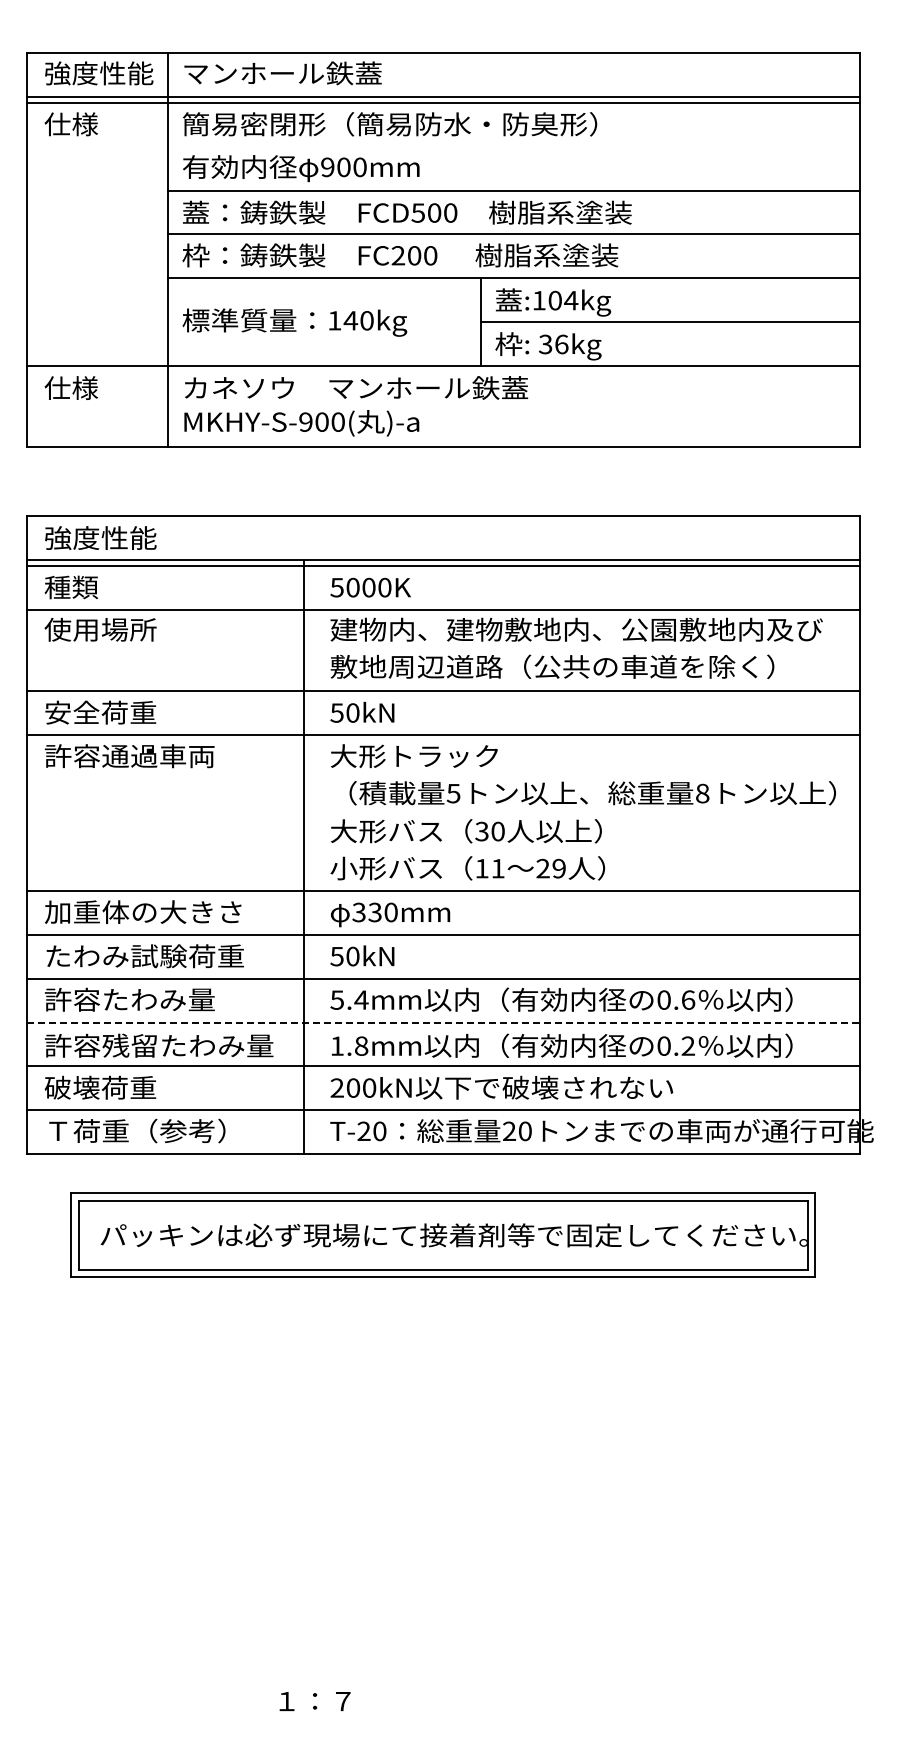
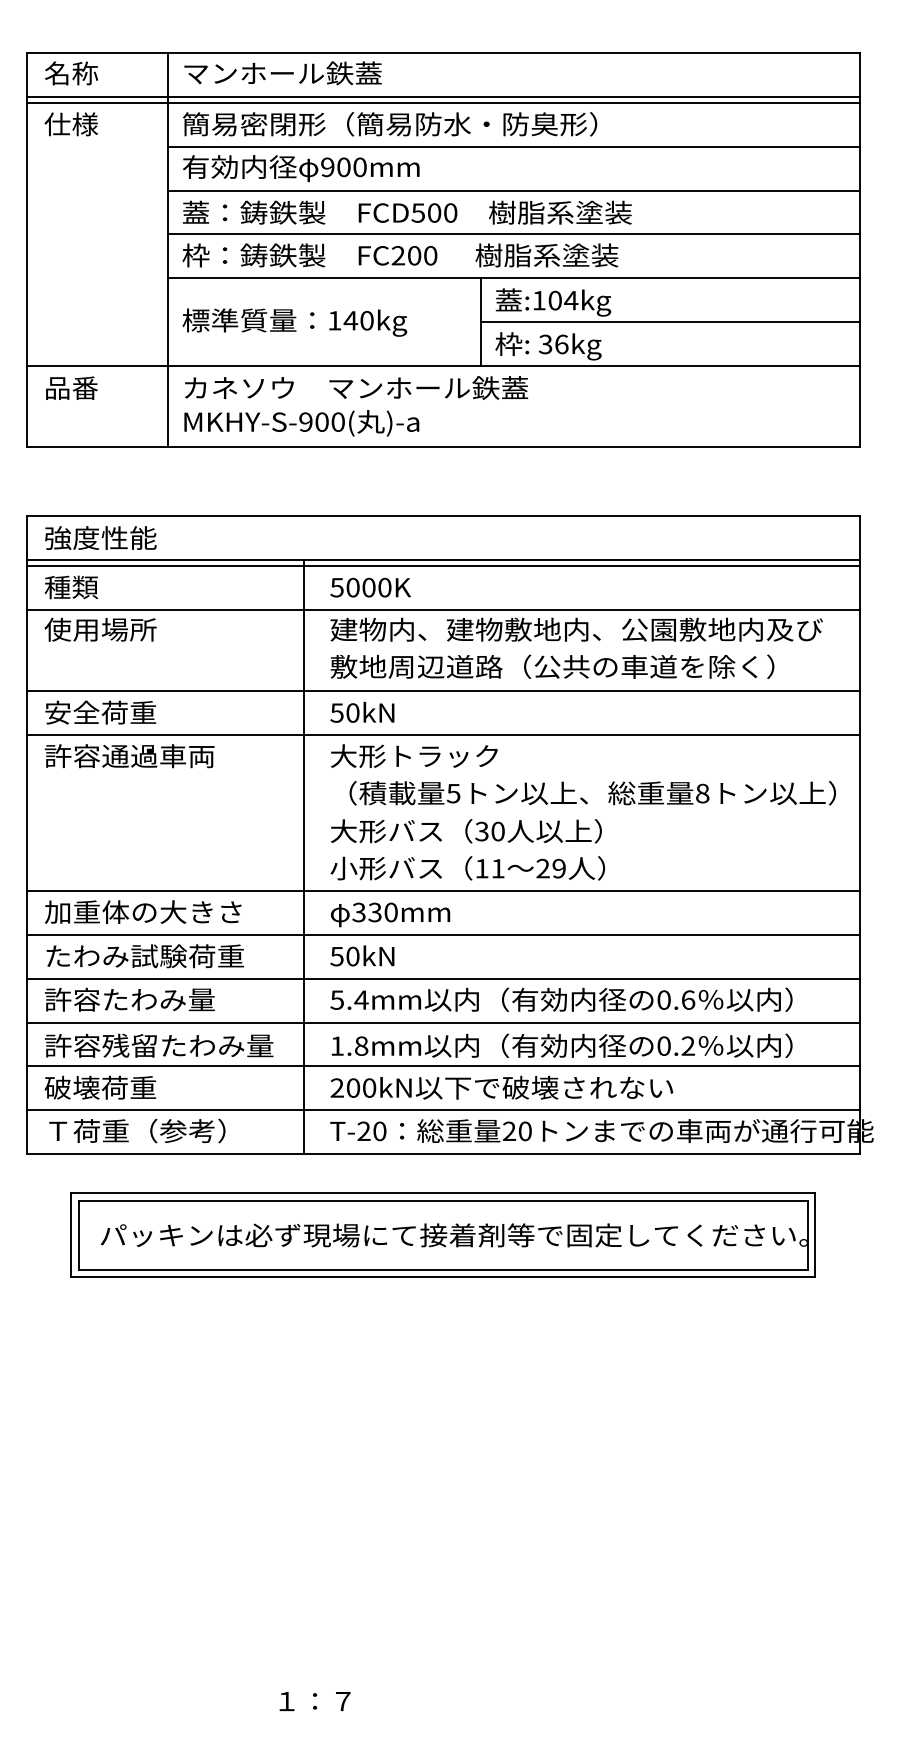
text at (99, 73): 強度性能 -> 名称
line at (513, 146): none -> present
text at (71, 387): 仕様 -> 品番
line at (443, 1022): dashed -> solid
